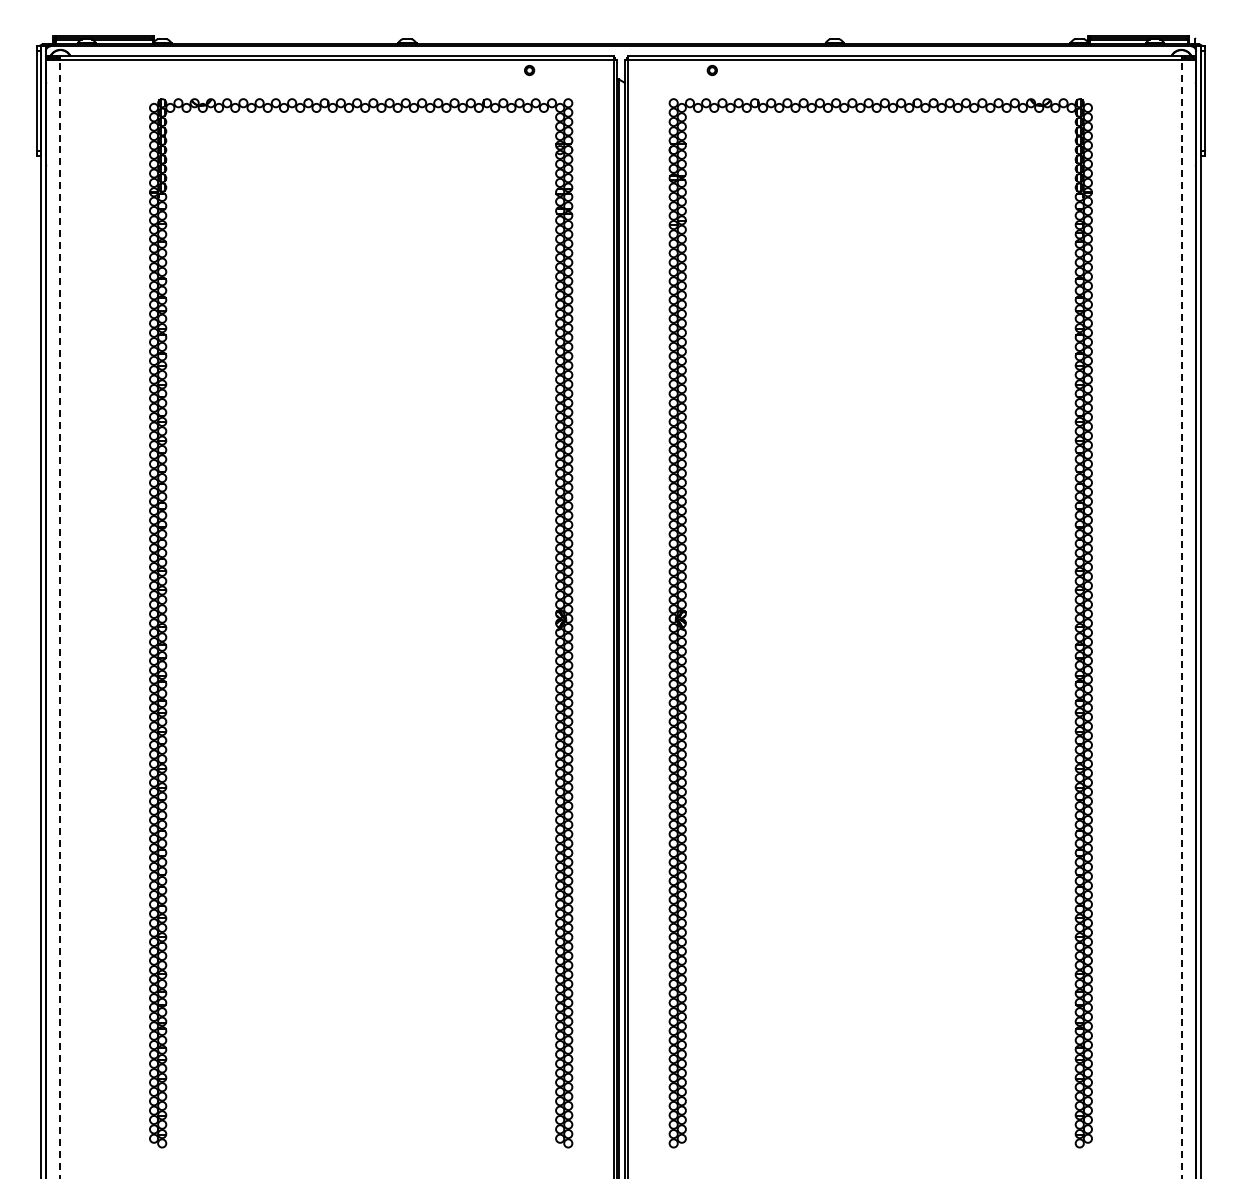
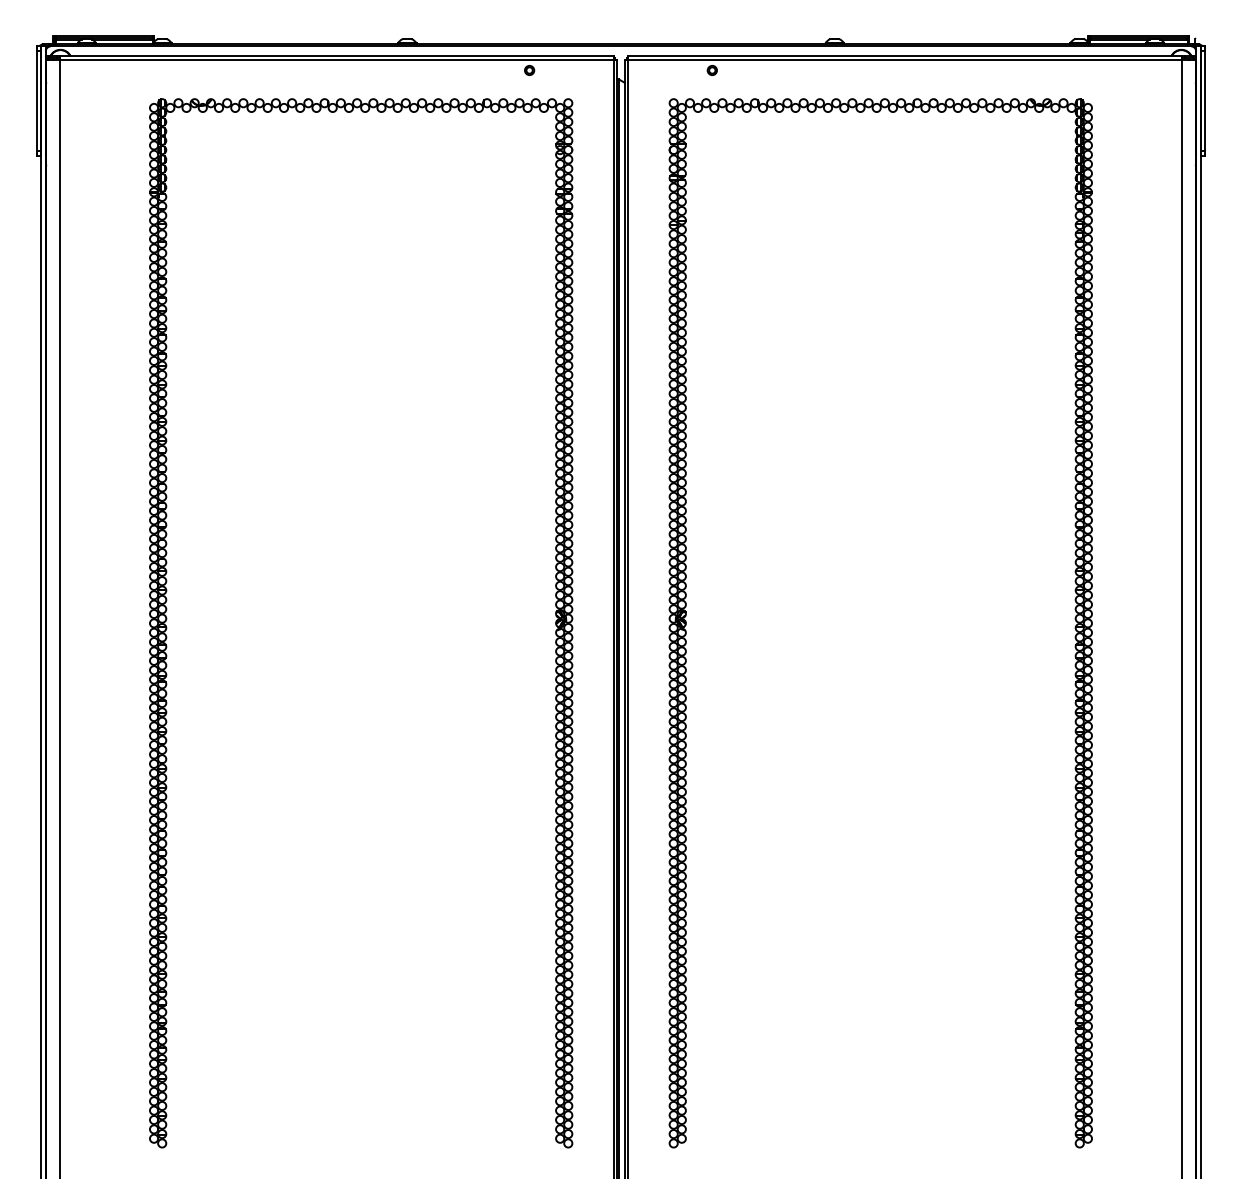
line at (59, 618): dashed -> solid
line at (1182, 618): dashed -> solid
